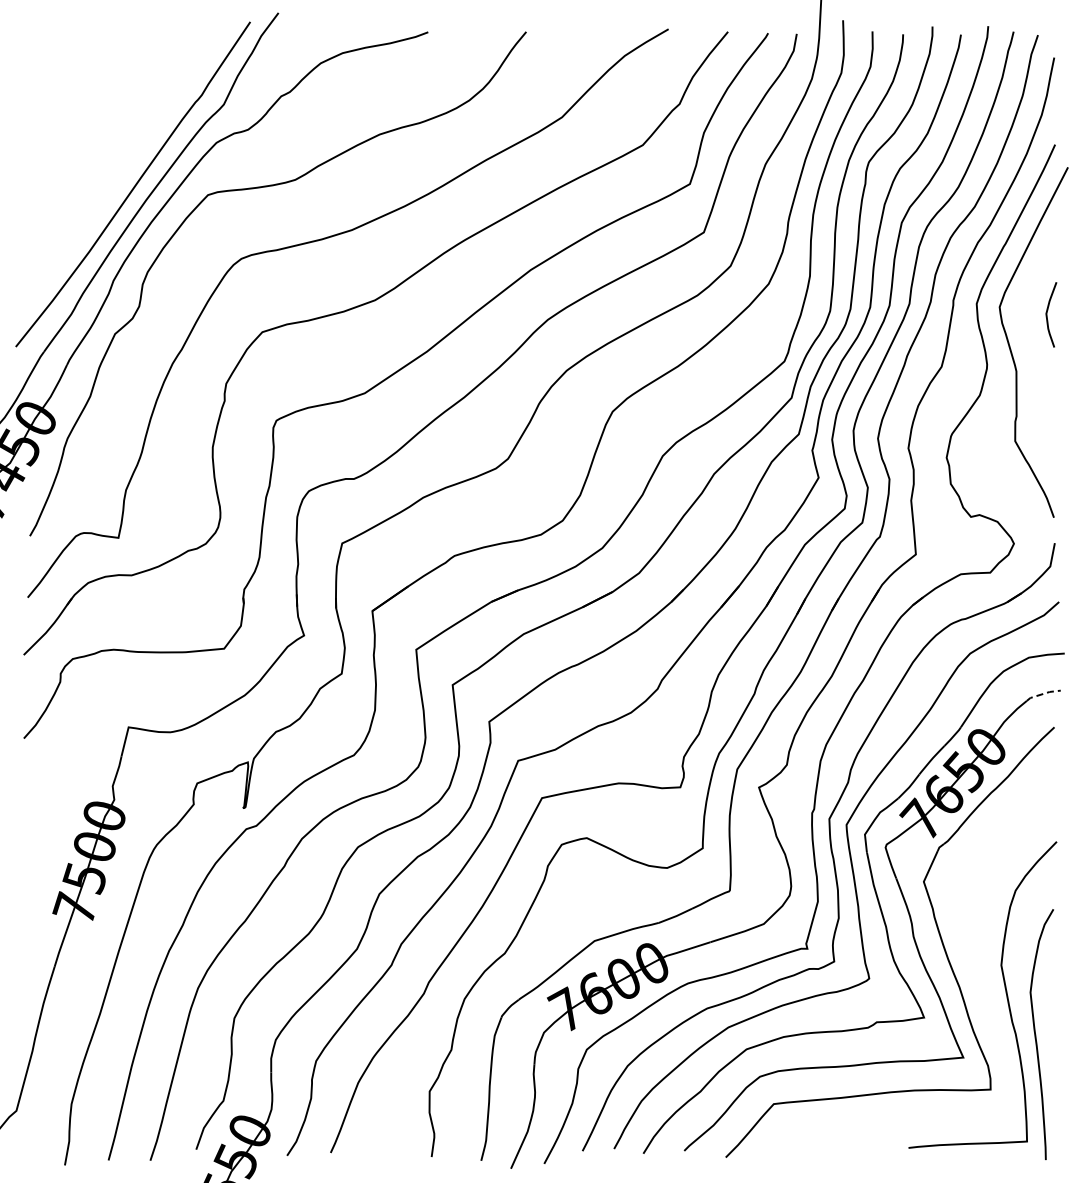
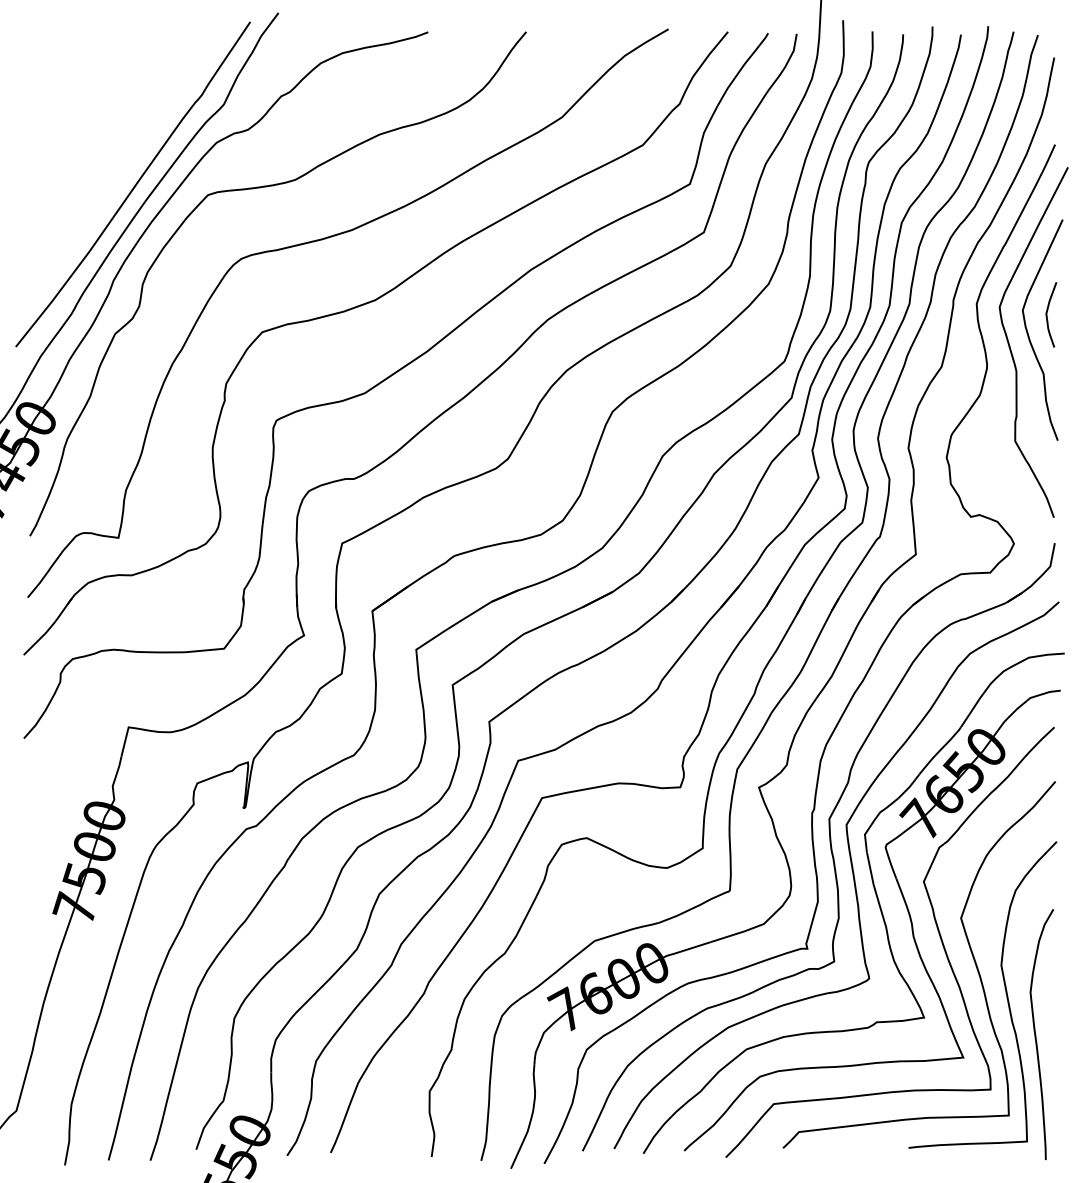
curve at (1028, 332): none -> present
line at (1043, 693): dashed -> solid
curve at (969, 948): none -> present
